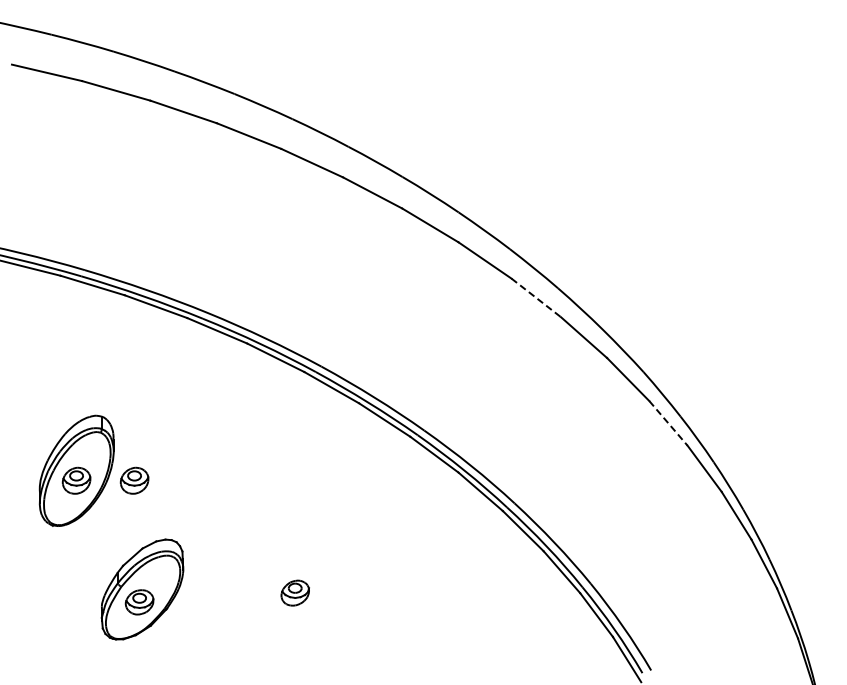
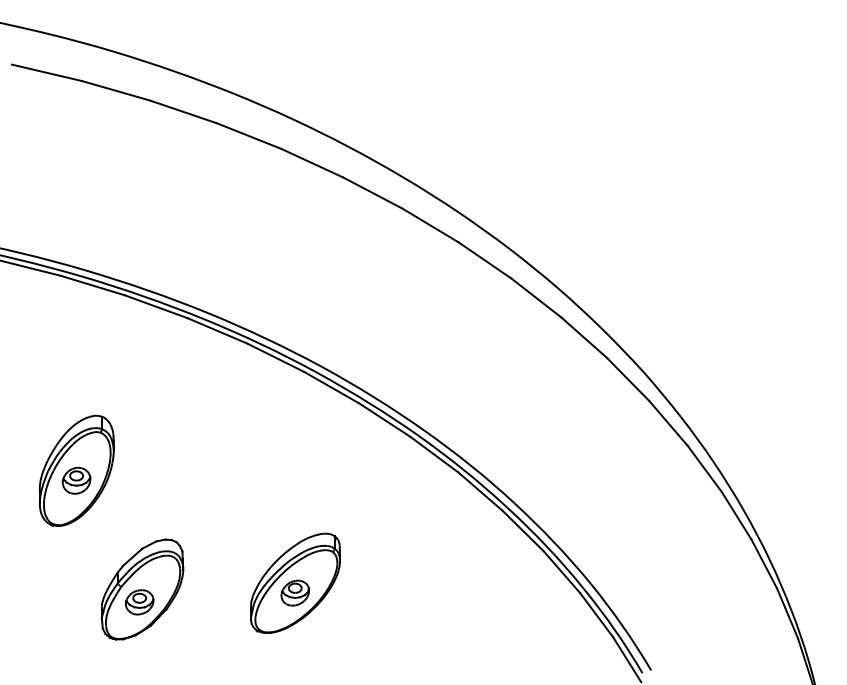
line at (536, 298): dashed -> solid
line at (668, 423): dashed -> solid
part at (134, 480): present -> none
part at (295, 582): none -> present
